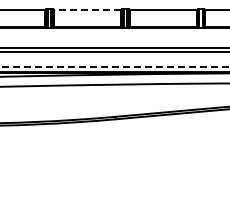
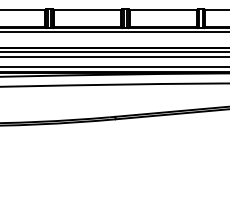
line at (87, 10): dashed -> solid
line at (114, 31): none -> present
line at (114, 57): none -> present
line at (114, 67): dashed -> solid
